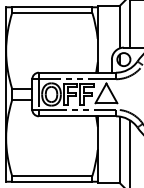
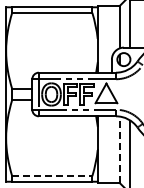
line at (119, 149): solid -> dashed
line at (52, 176): solid -> dashed
